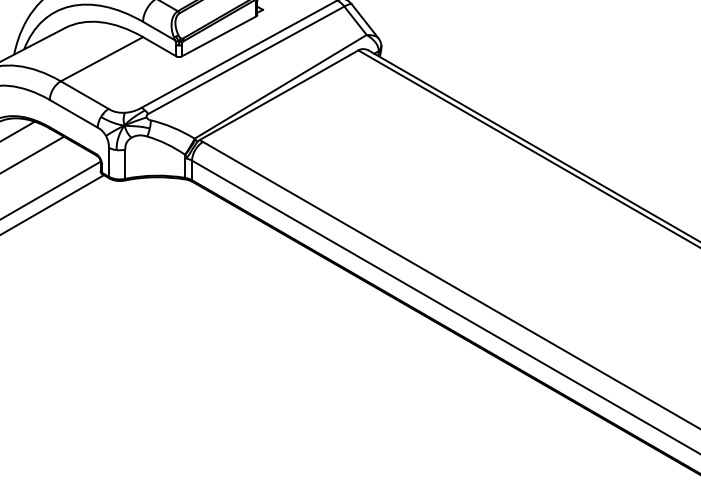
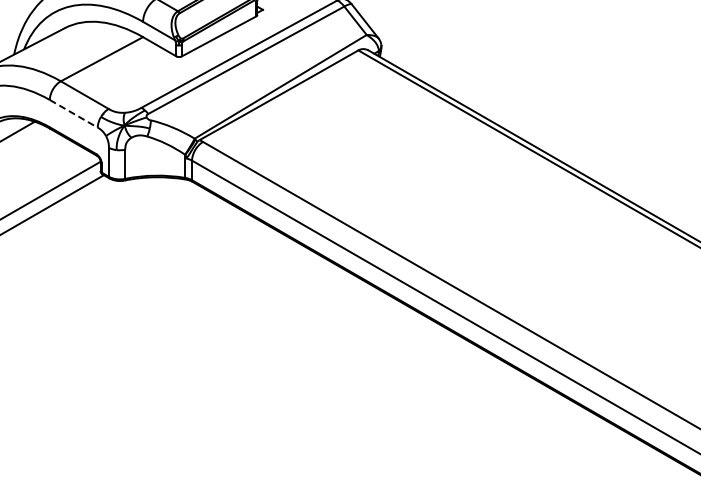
line at (73, 113): solid -> dashed
line at (33, 154): present -> none
